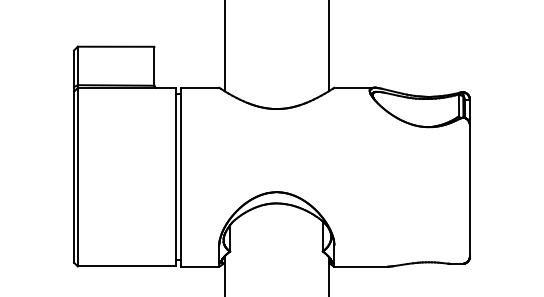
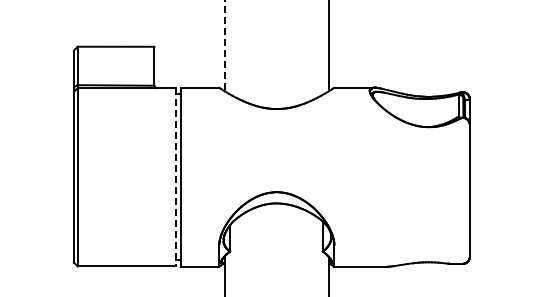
line at (224, 46): solid -> dashed
line at (175, 177): solid -> dashed
